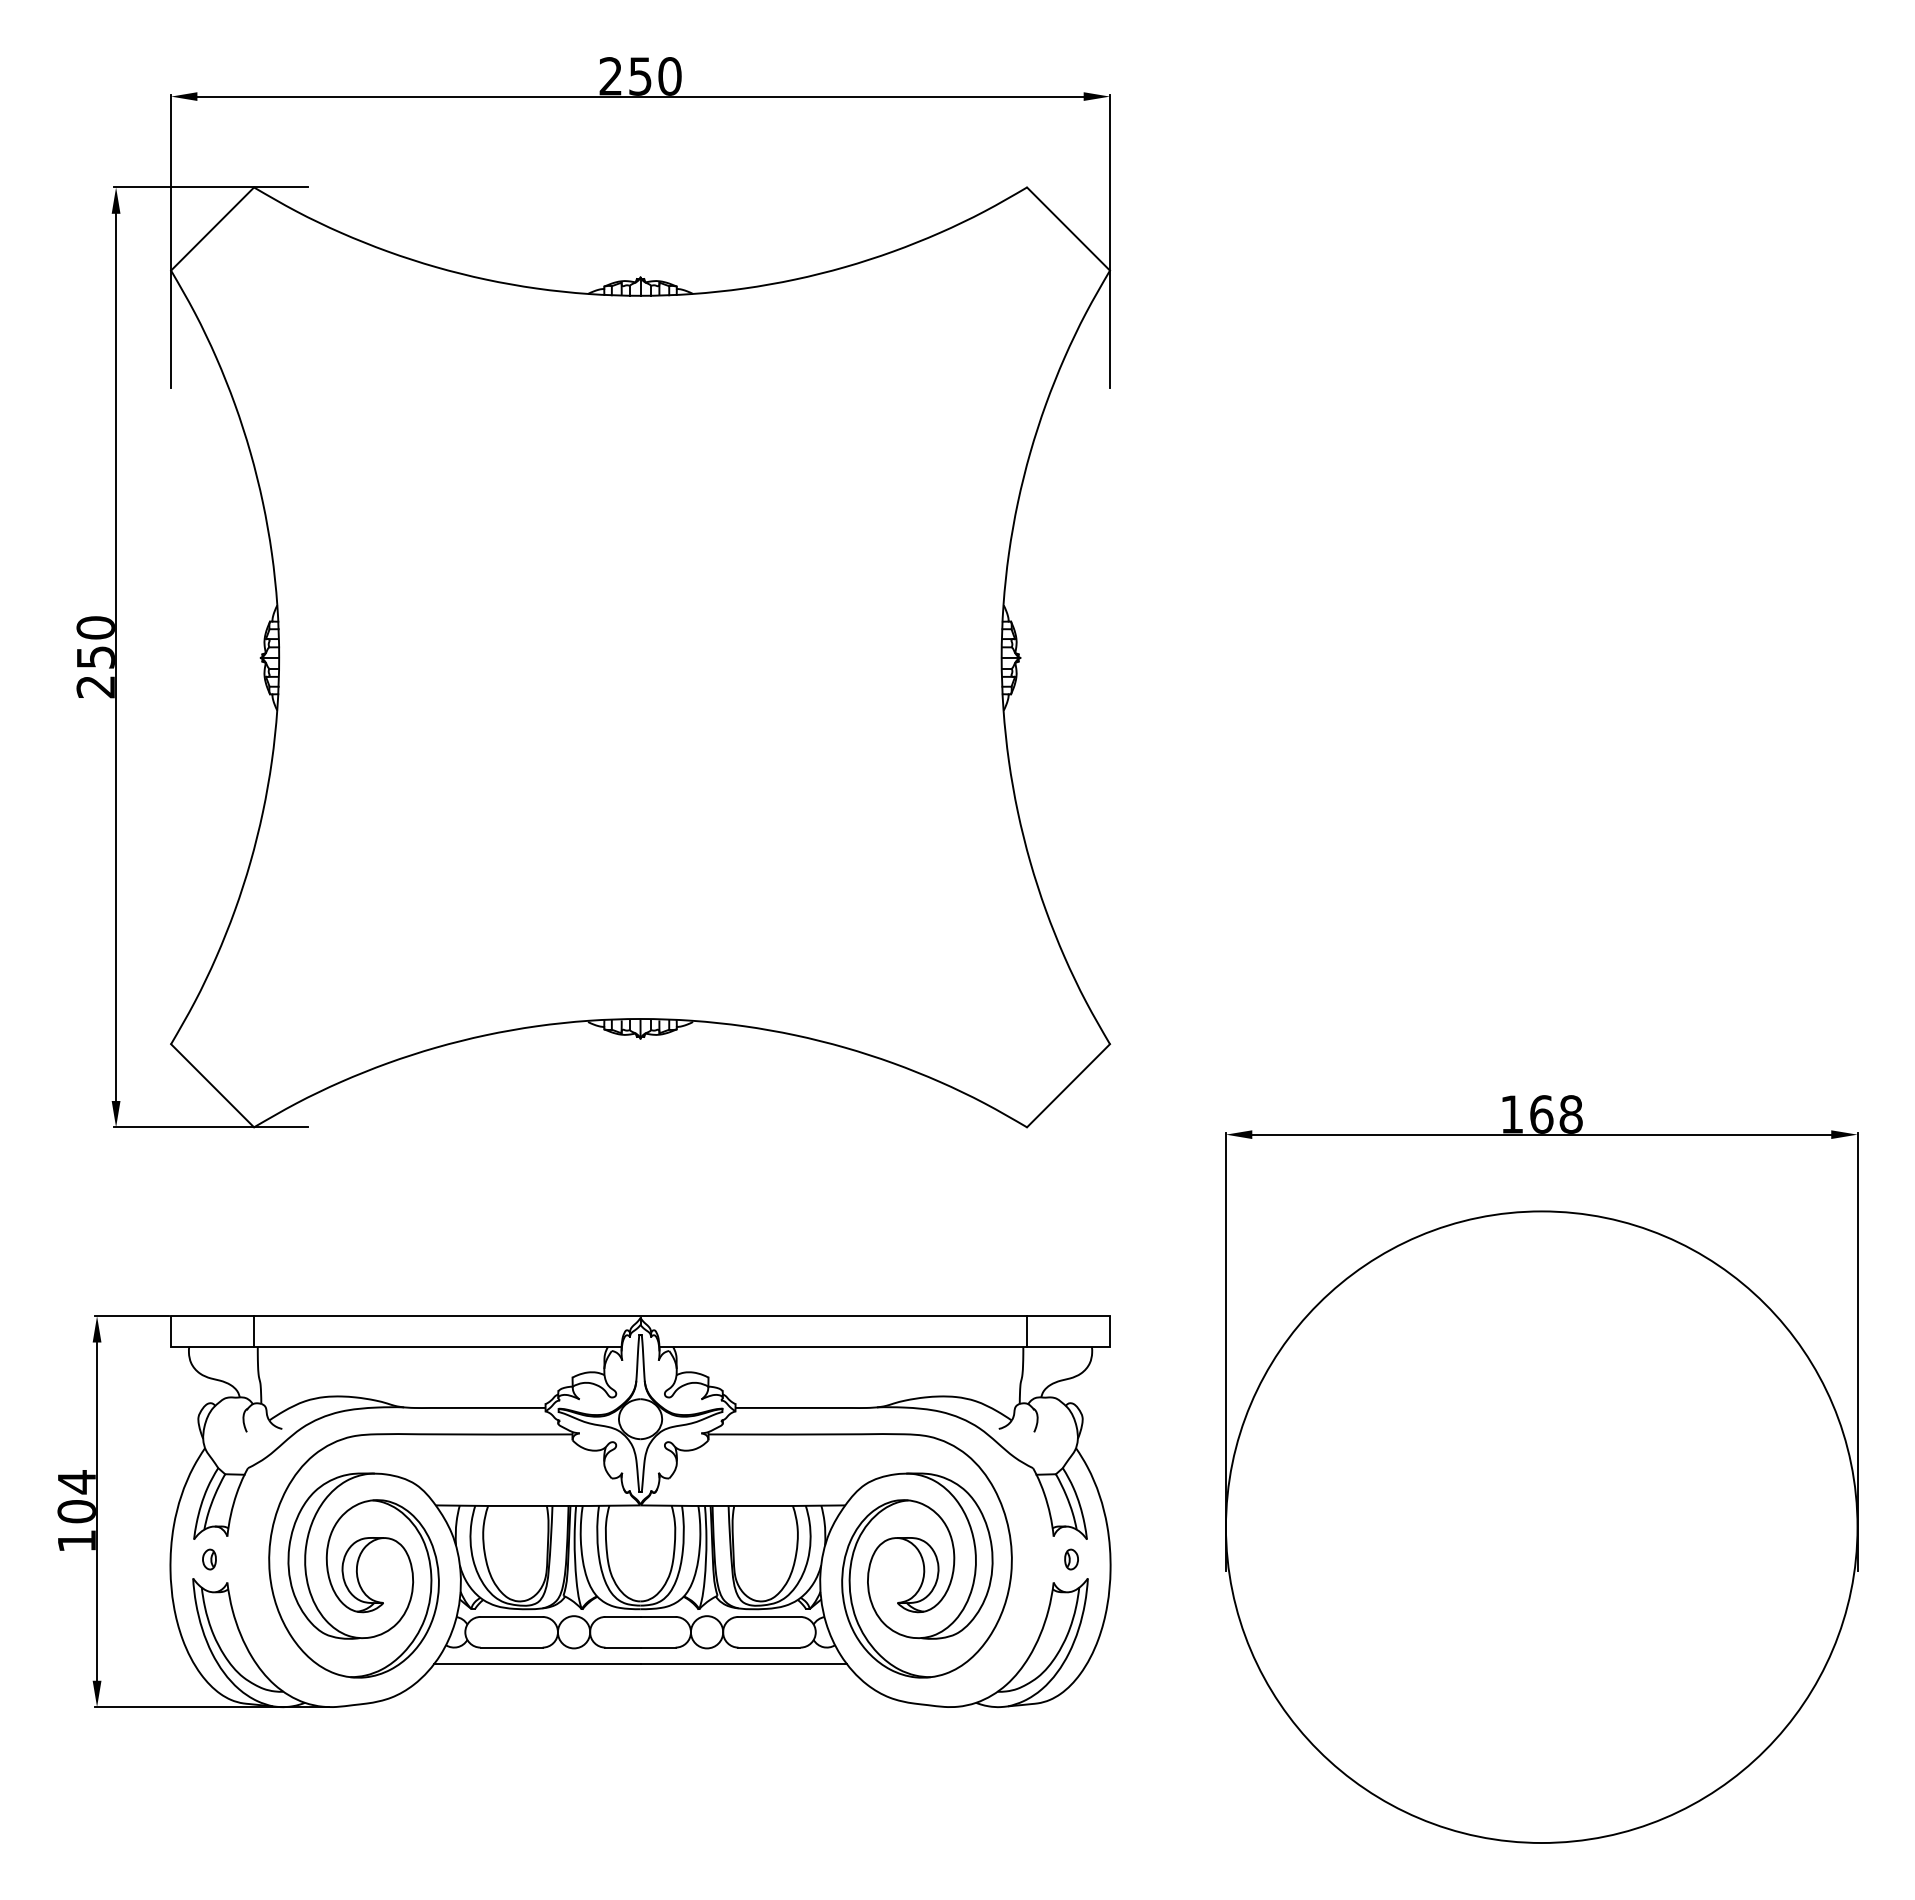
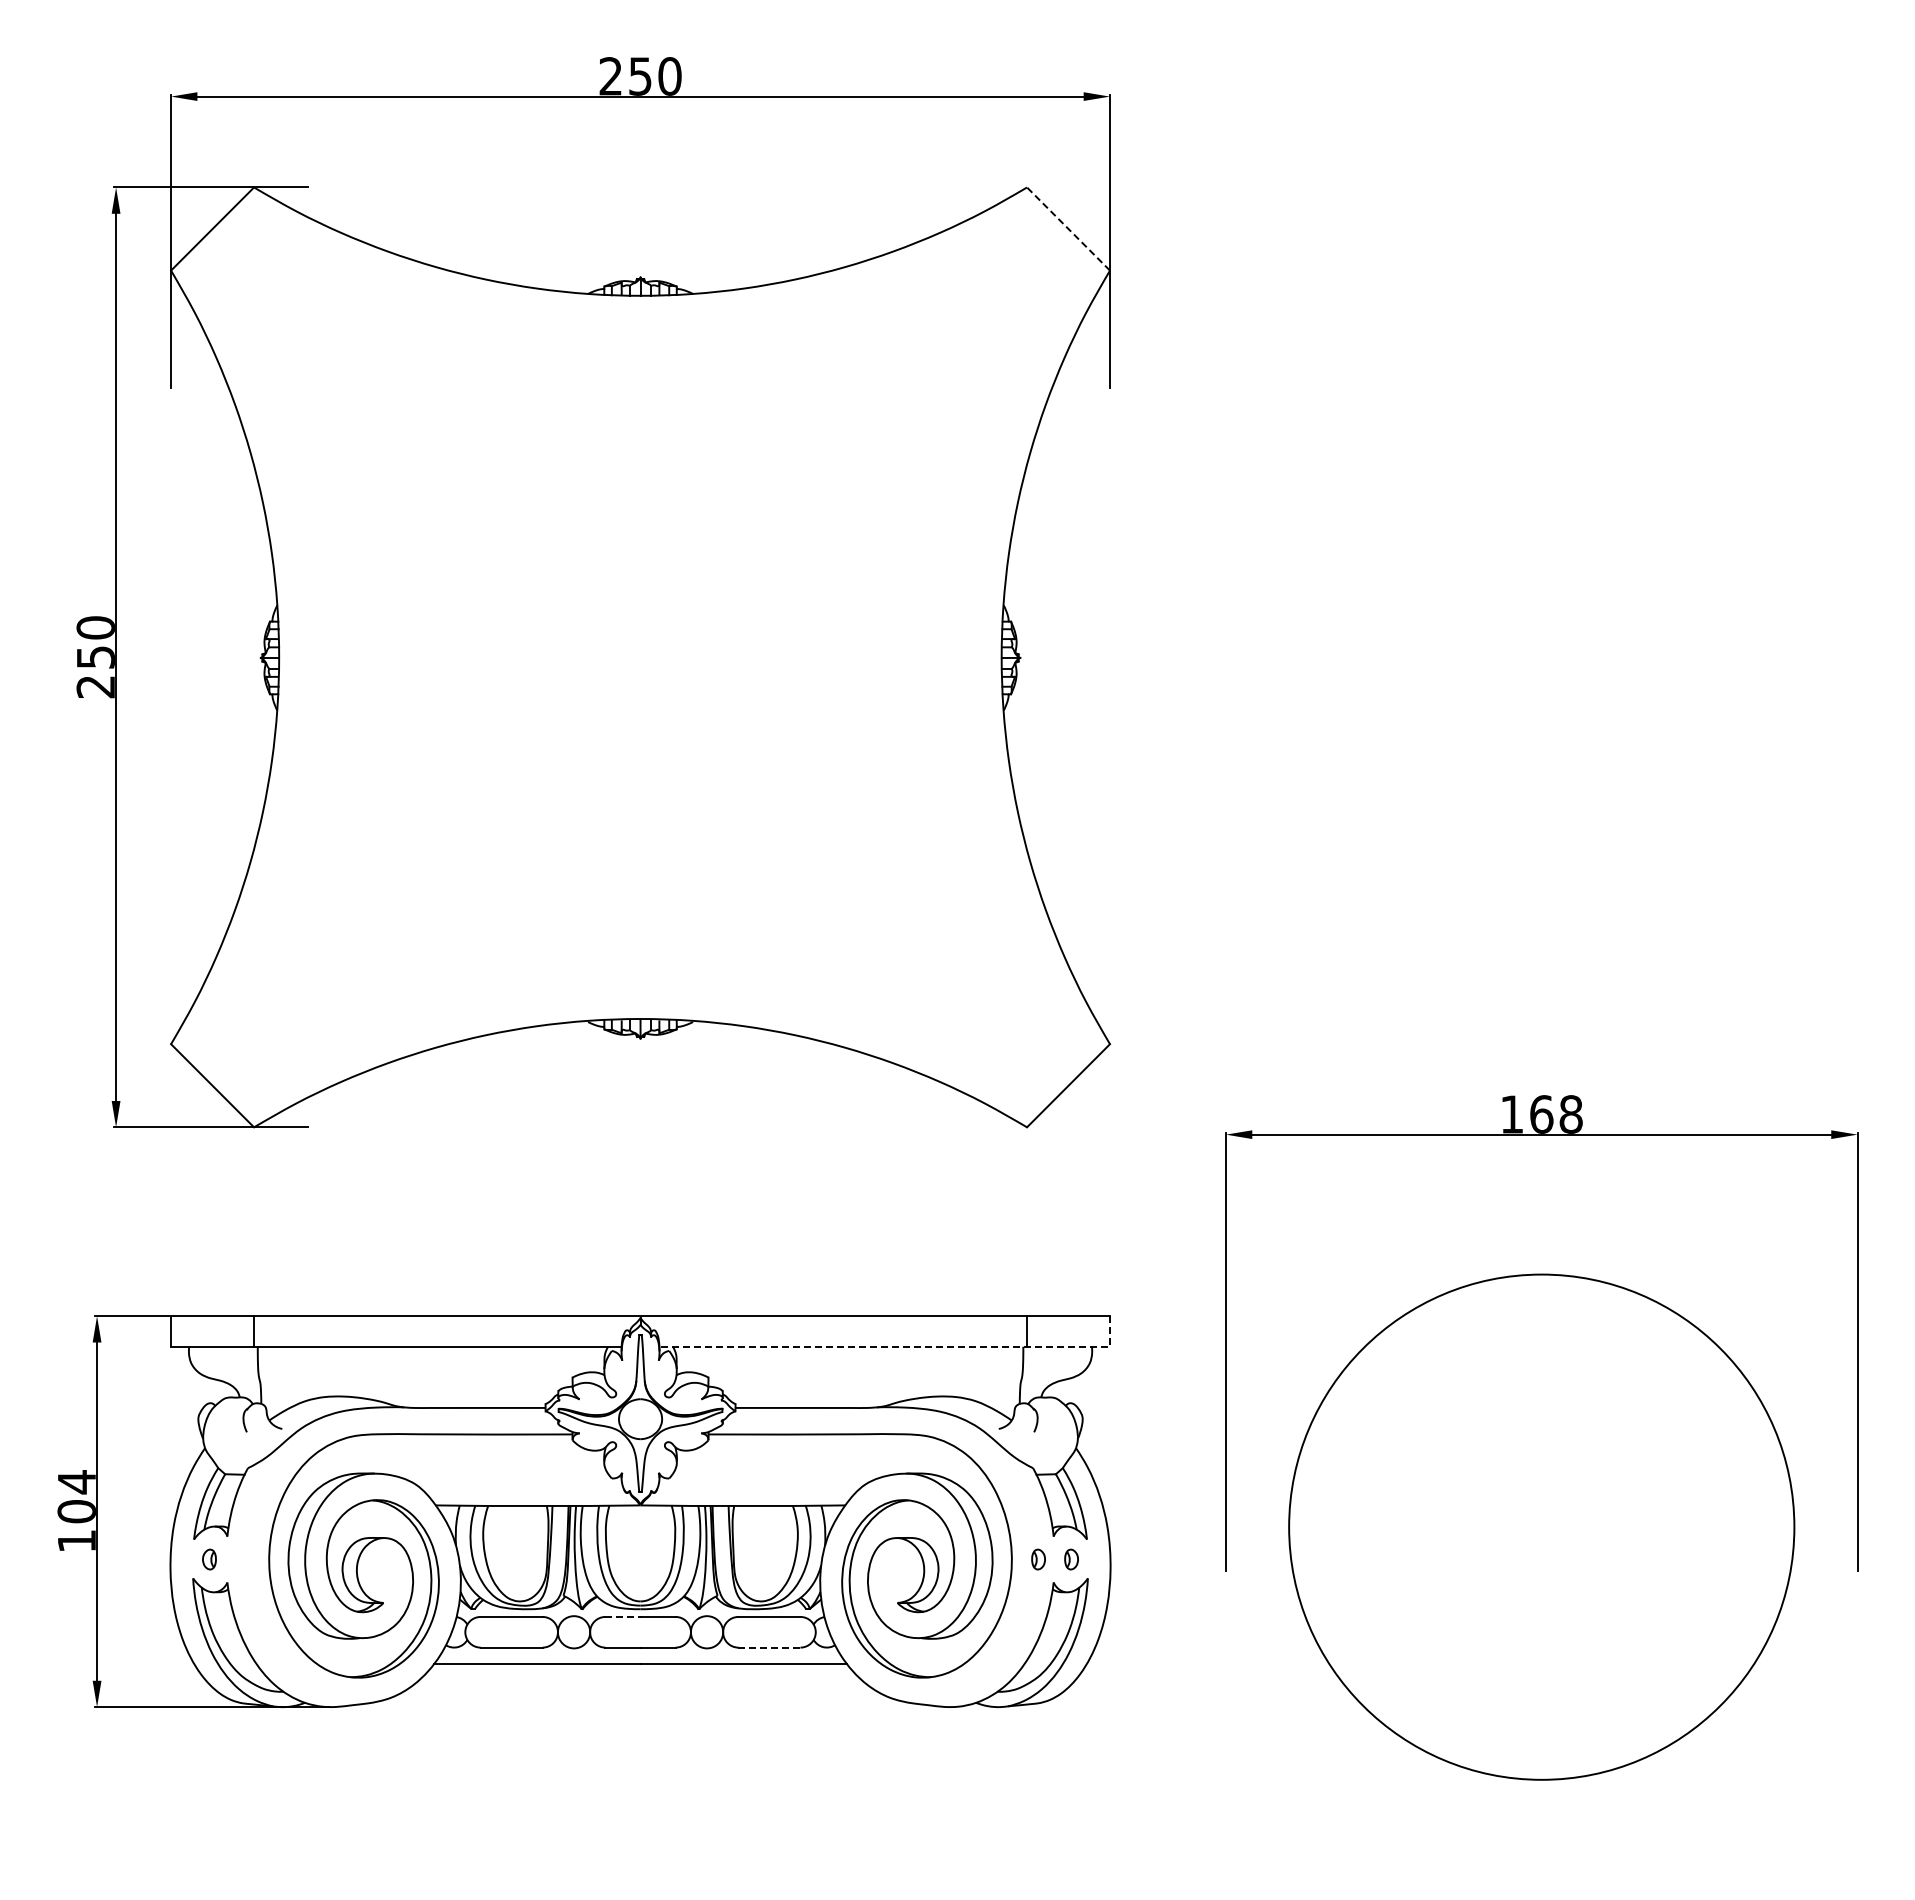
line at (1068, 229): solid -> dashed
line at (900, 1346): solid -> dashed
circle at (1541, 1527) diameter: 632 px -> 505 px
part at (1038, 1559): none -> present
line at (623, 1616): solid -> dashed
line at (769, 1647): solid -> dashed
